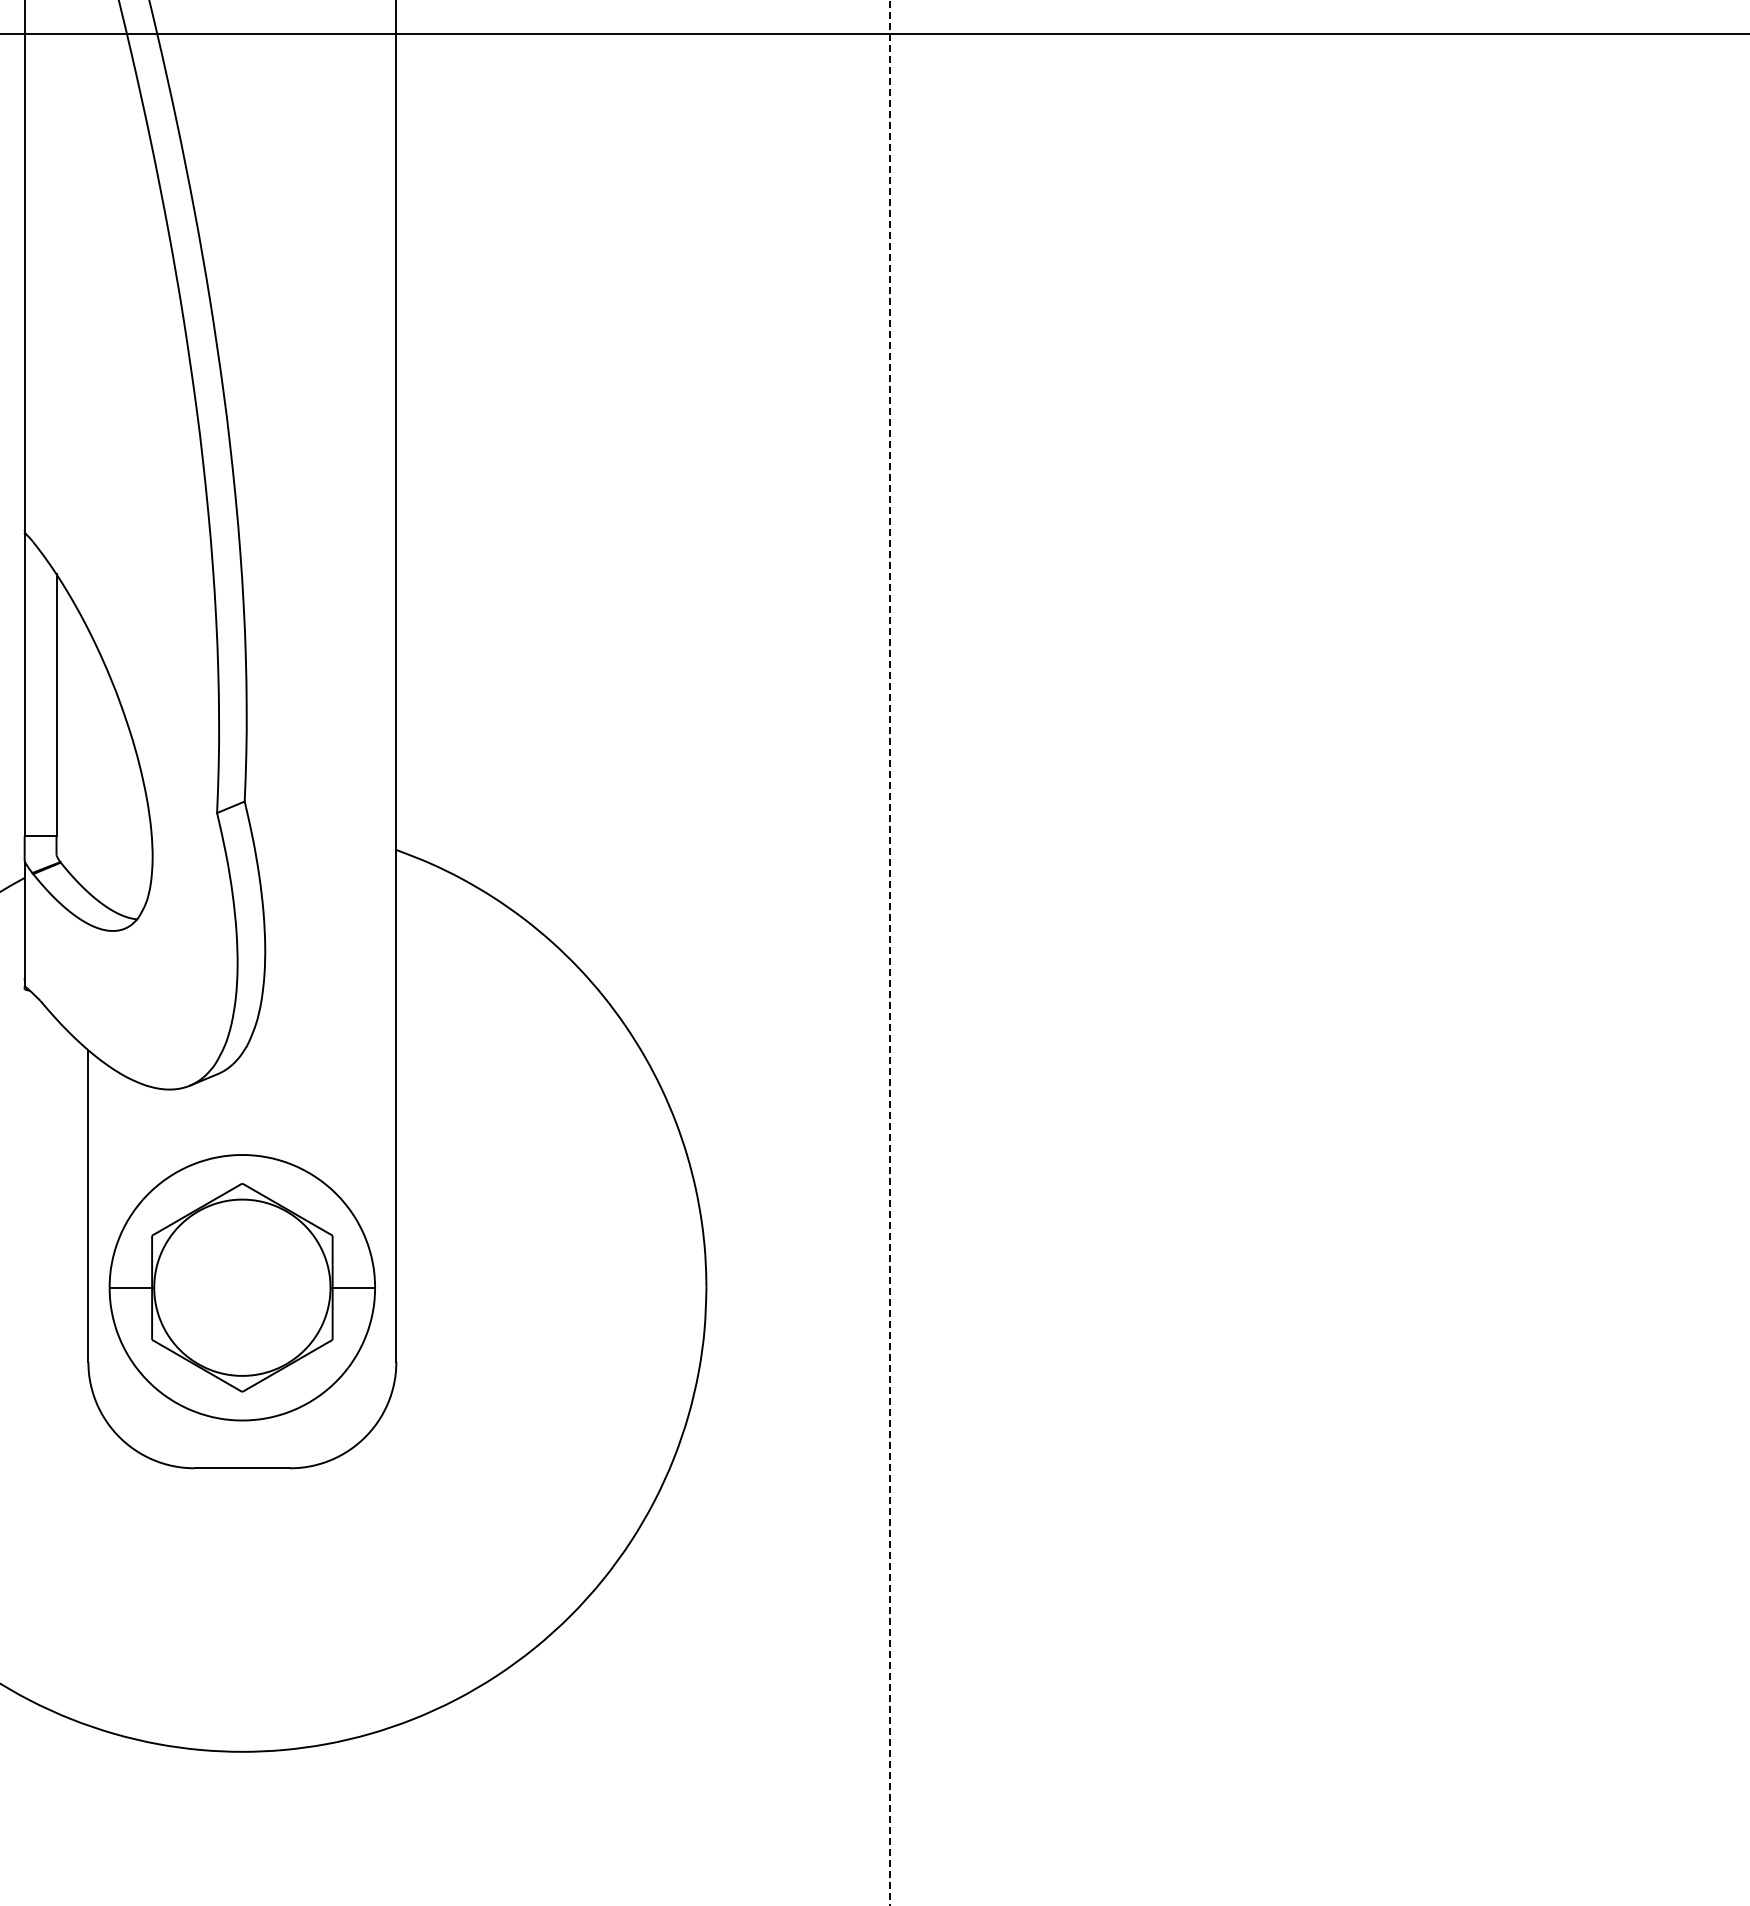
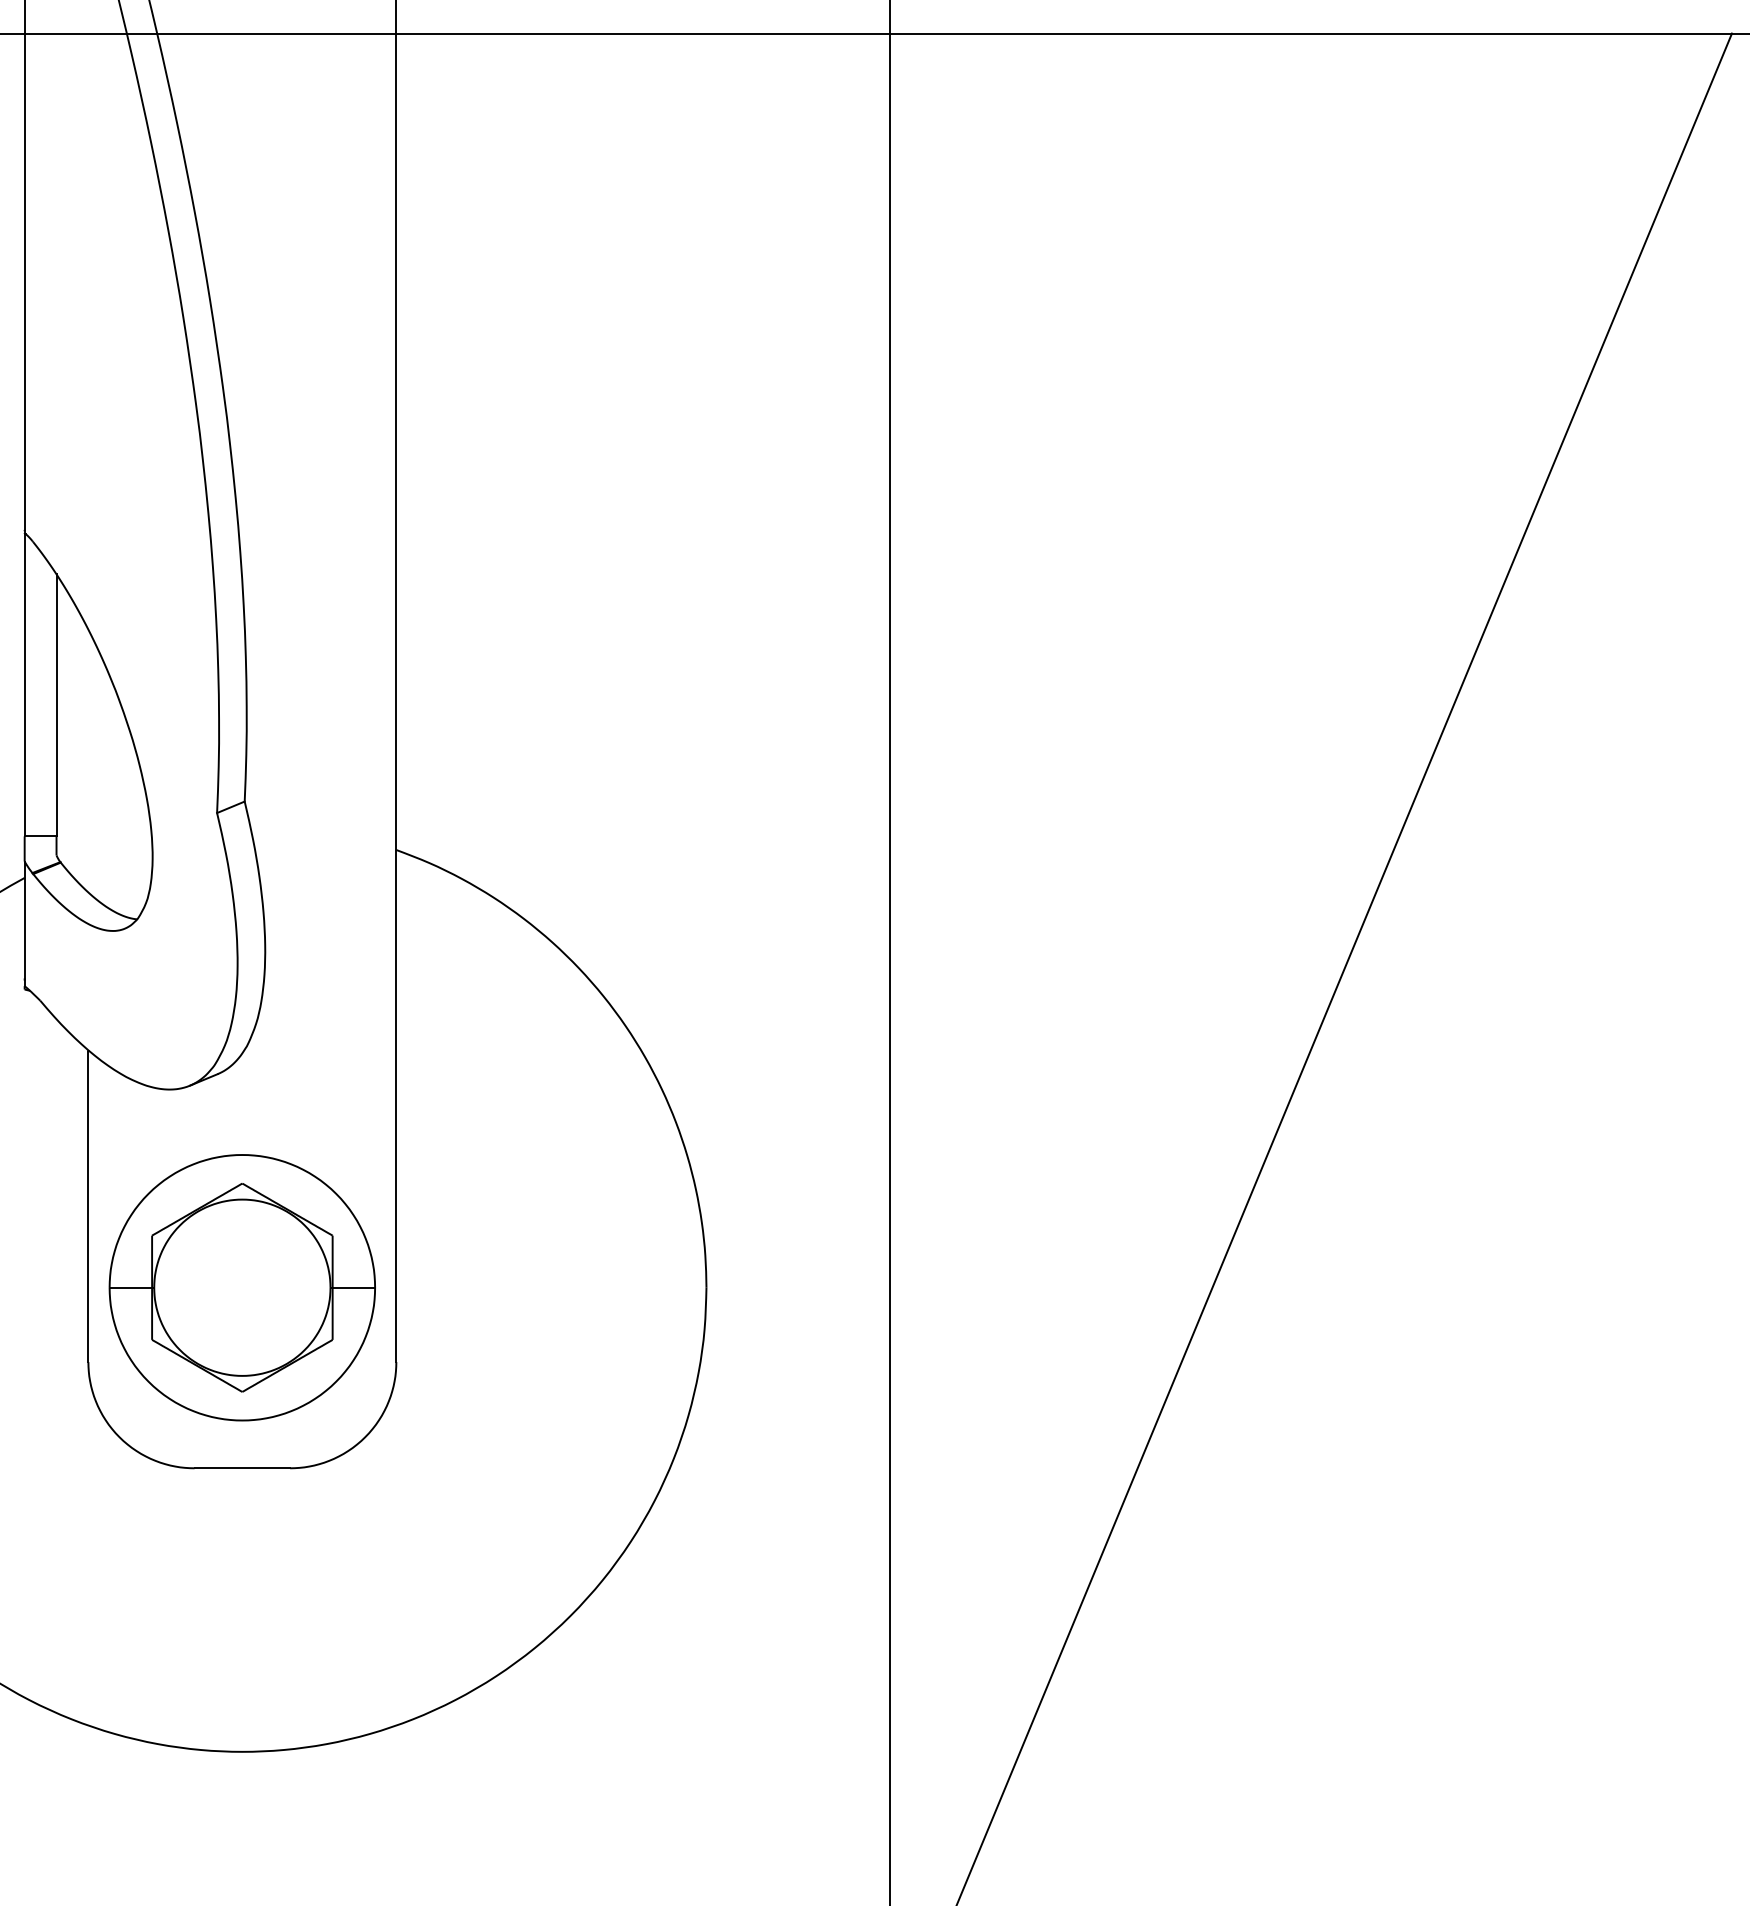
line at (889, 953): dashed -> solid
line at (1344, 967): none -> present
